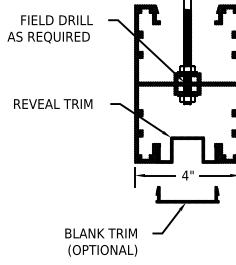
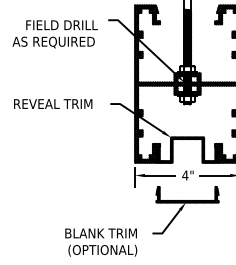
text at (49, 29) position: (49, 29) -> (54, 34)
